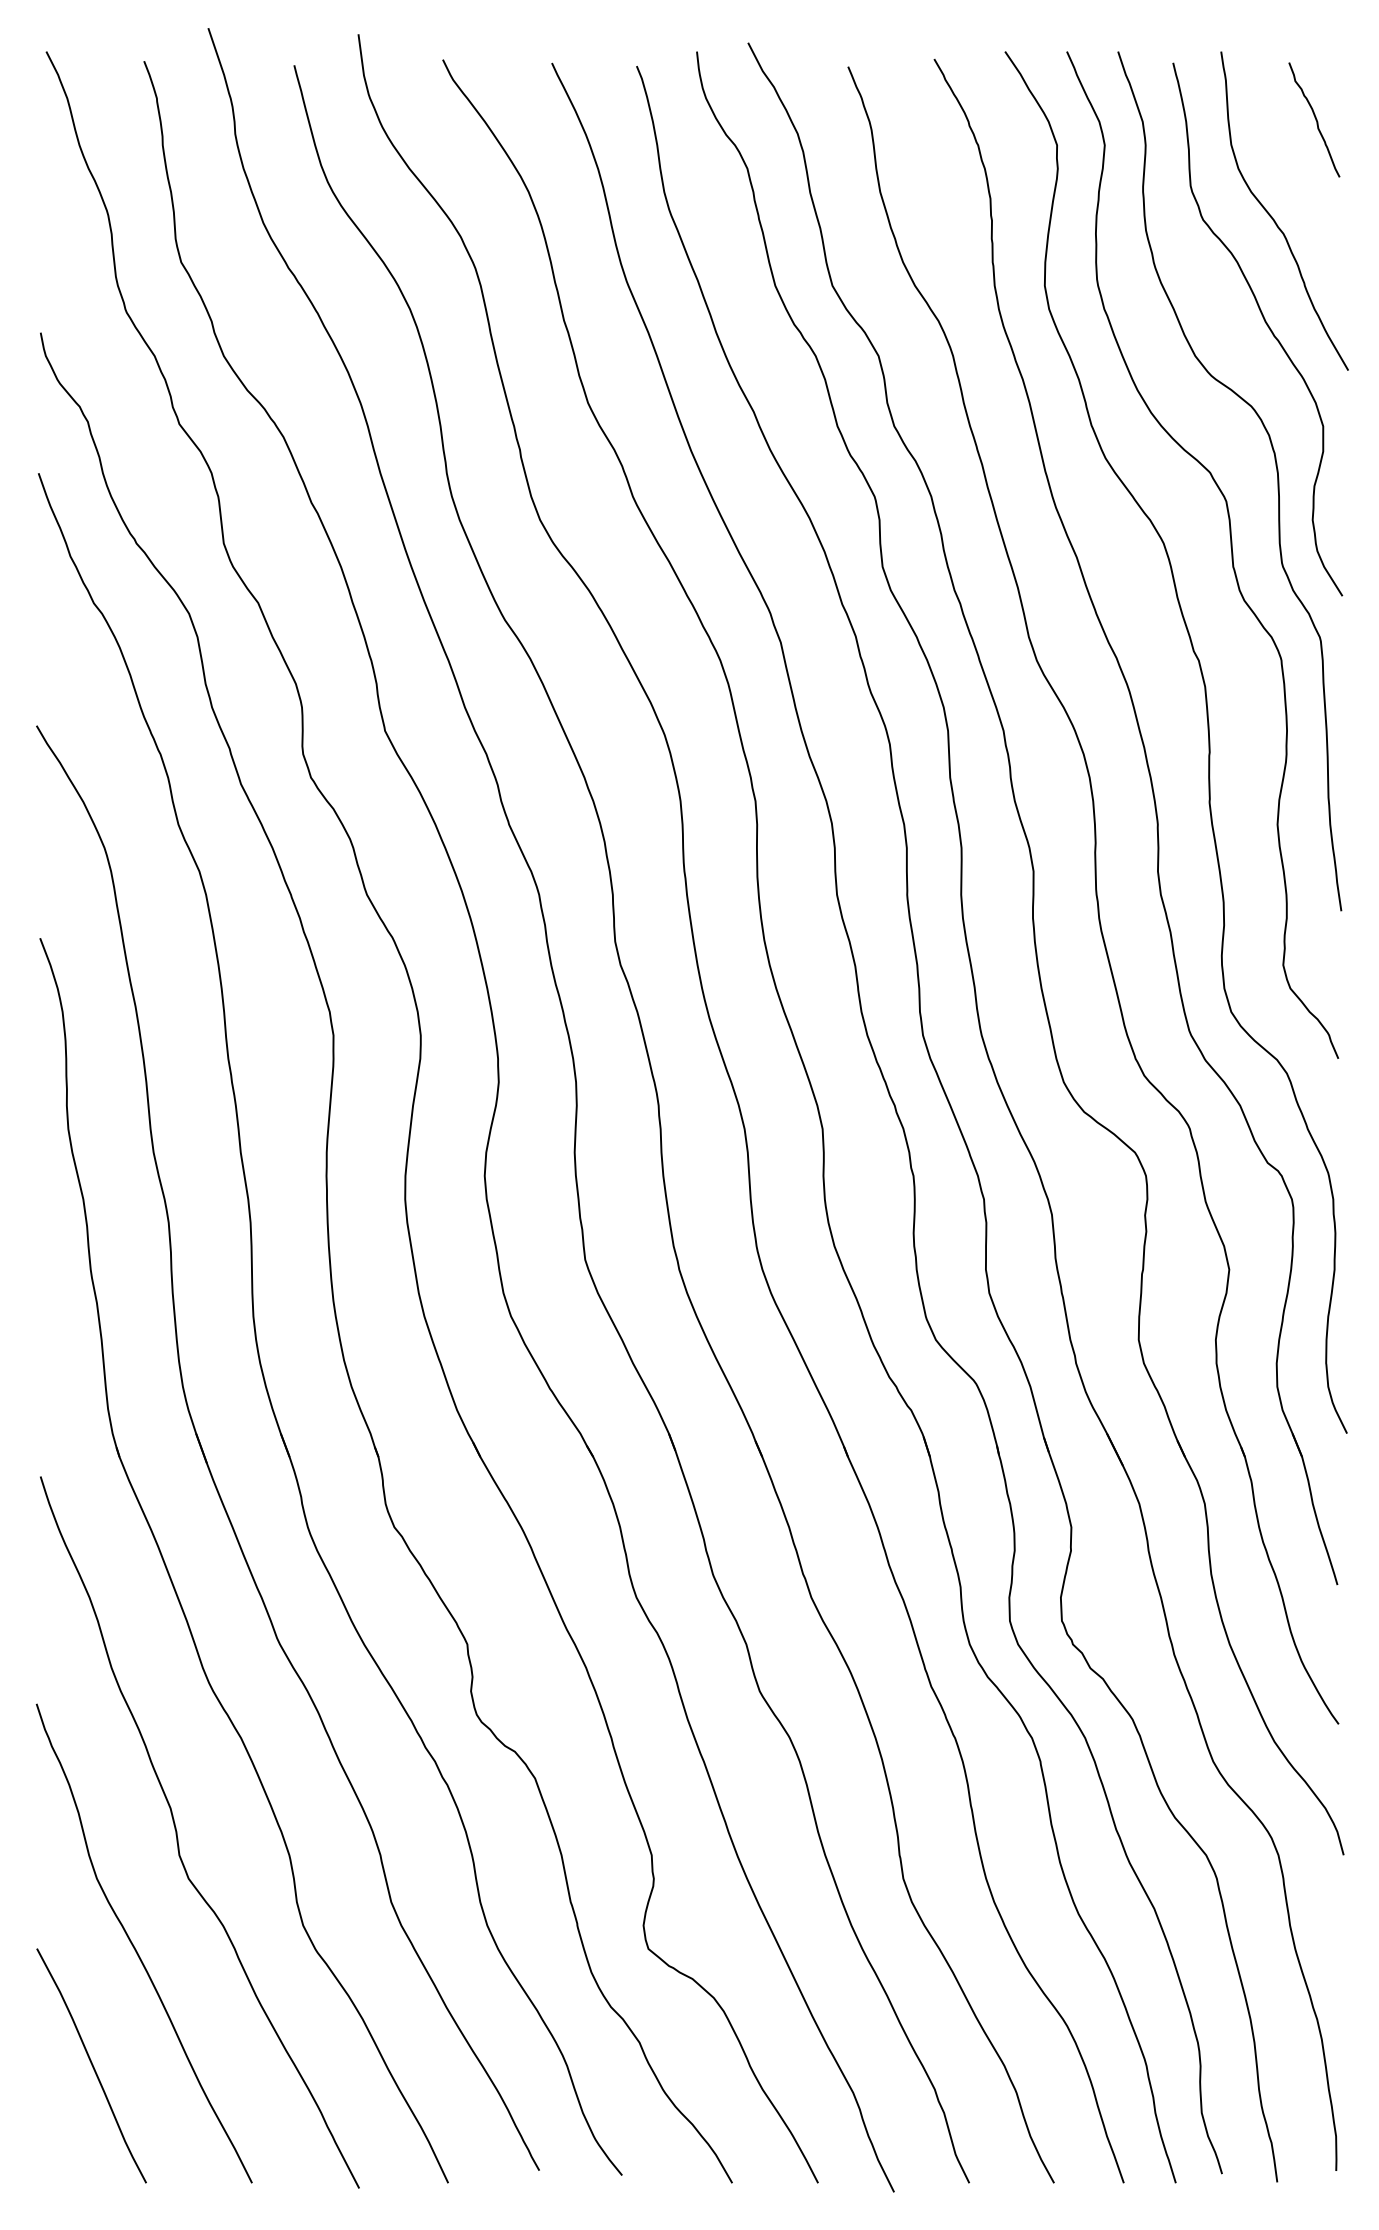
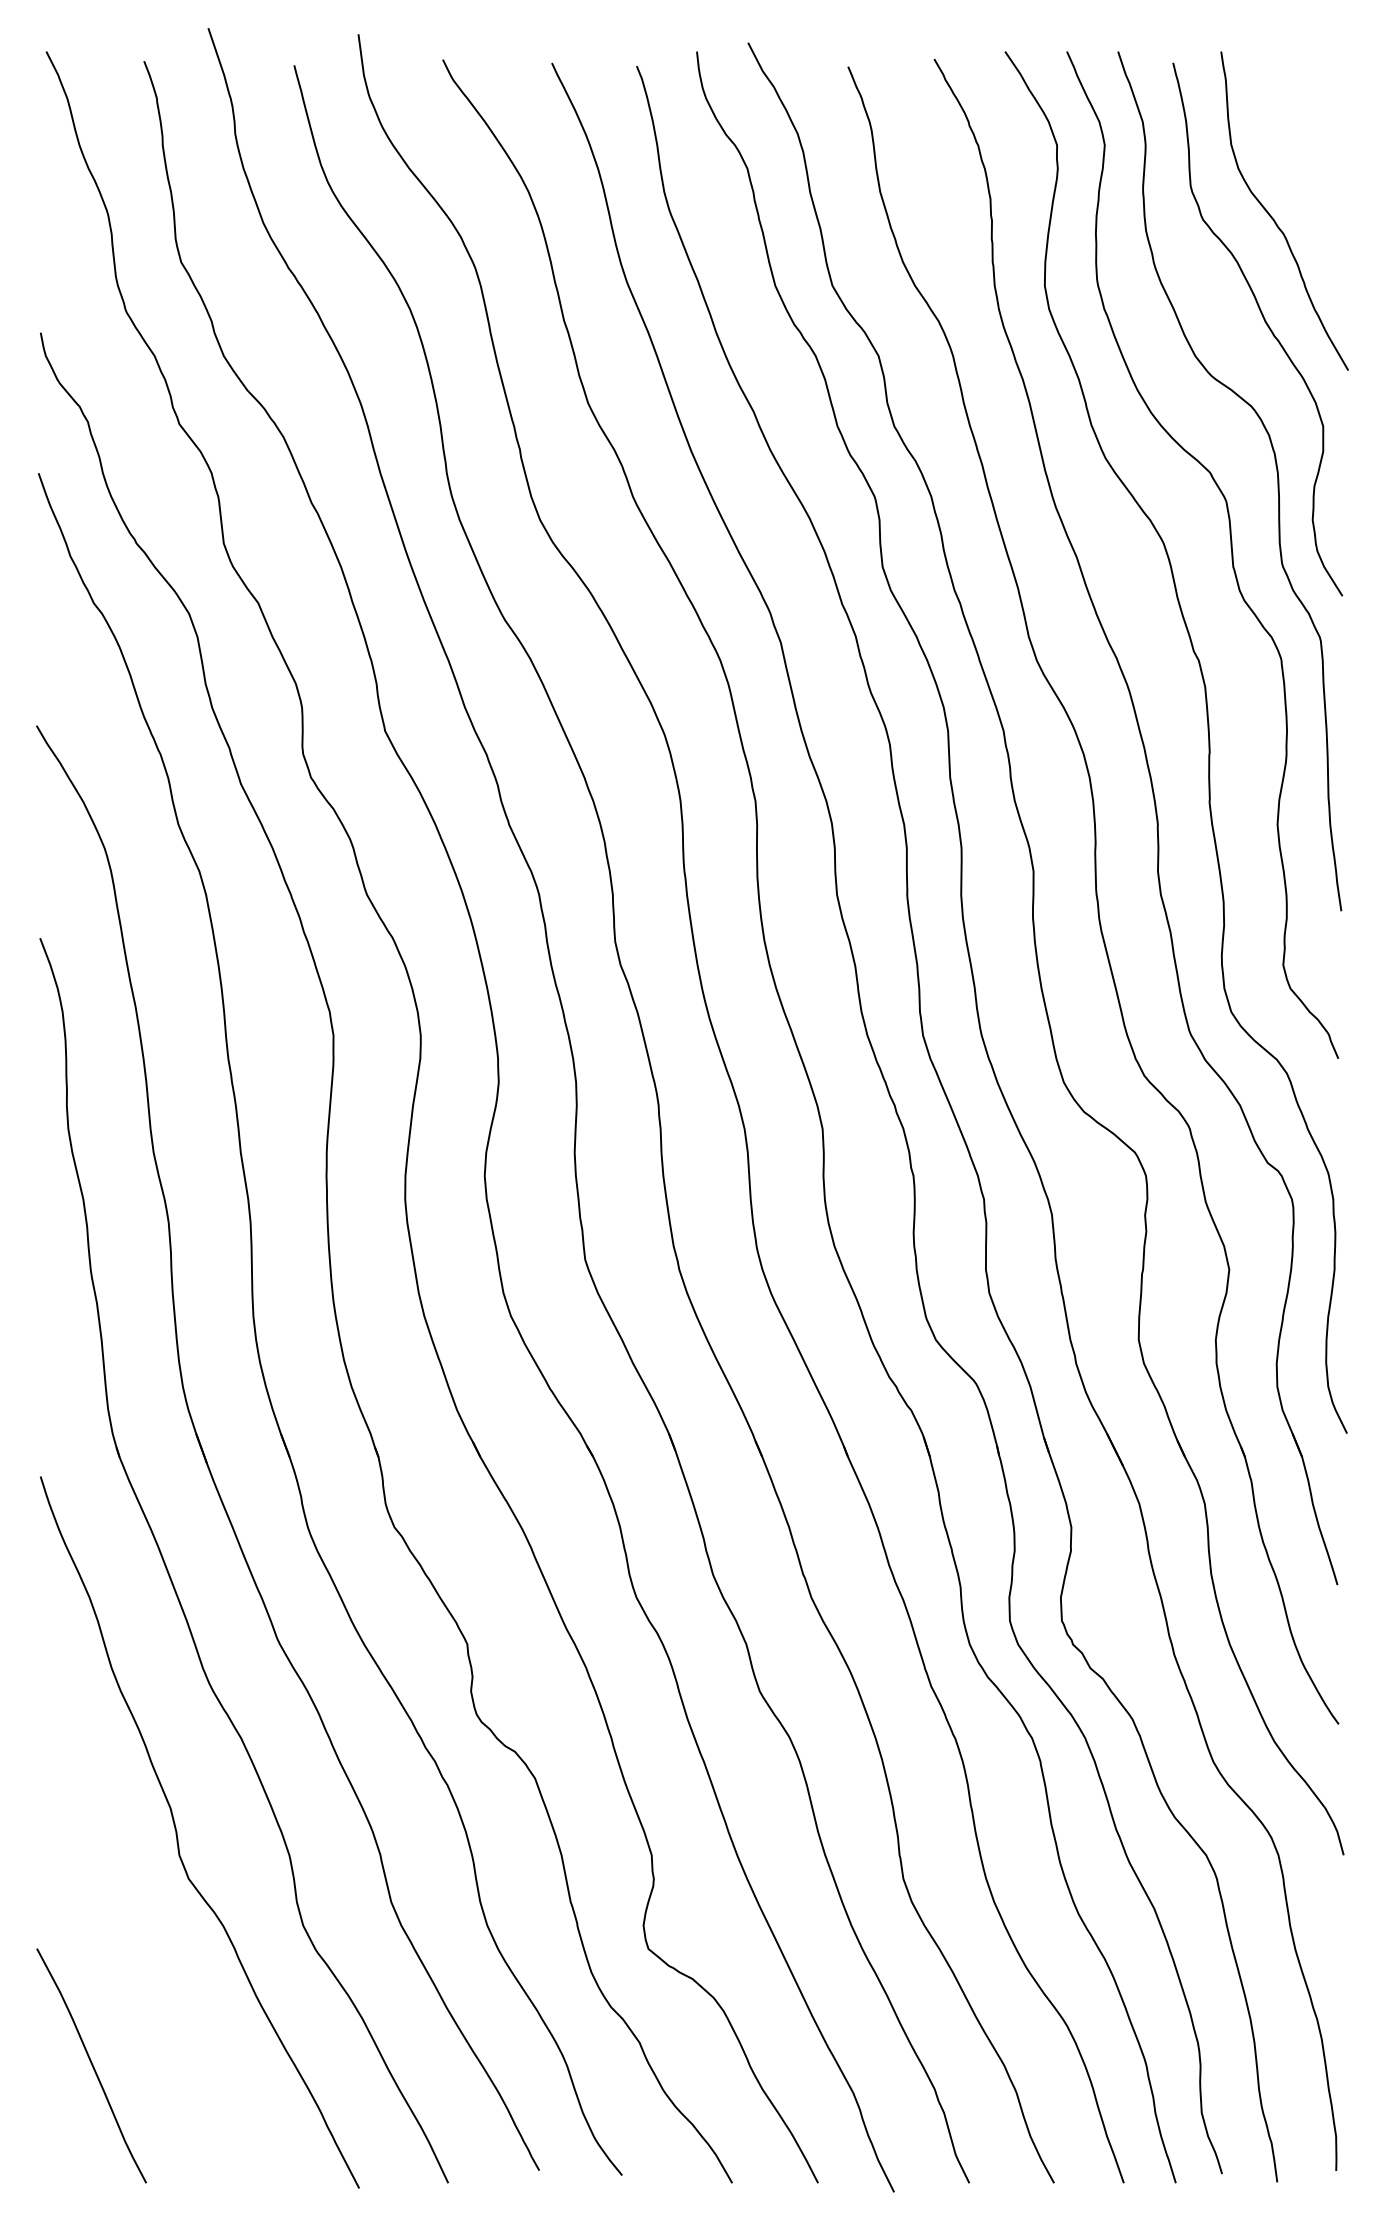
curve at (1315, 119): present -> none
curve at (135, 1947): present -> none
